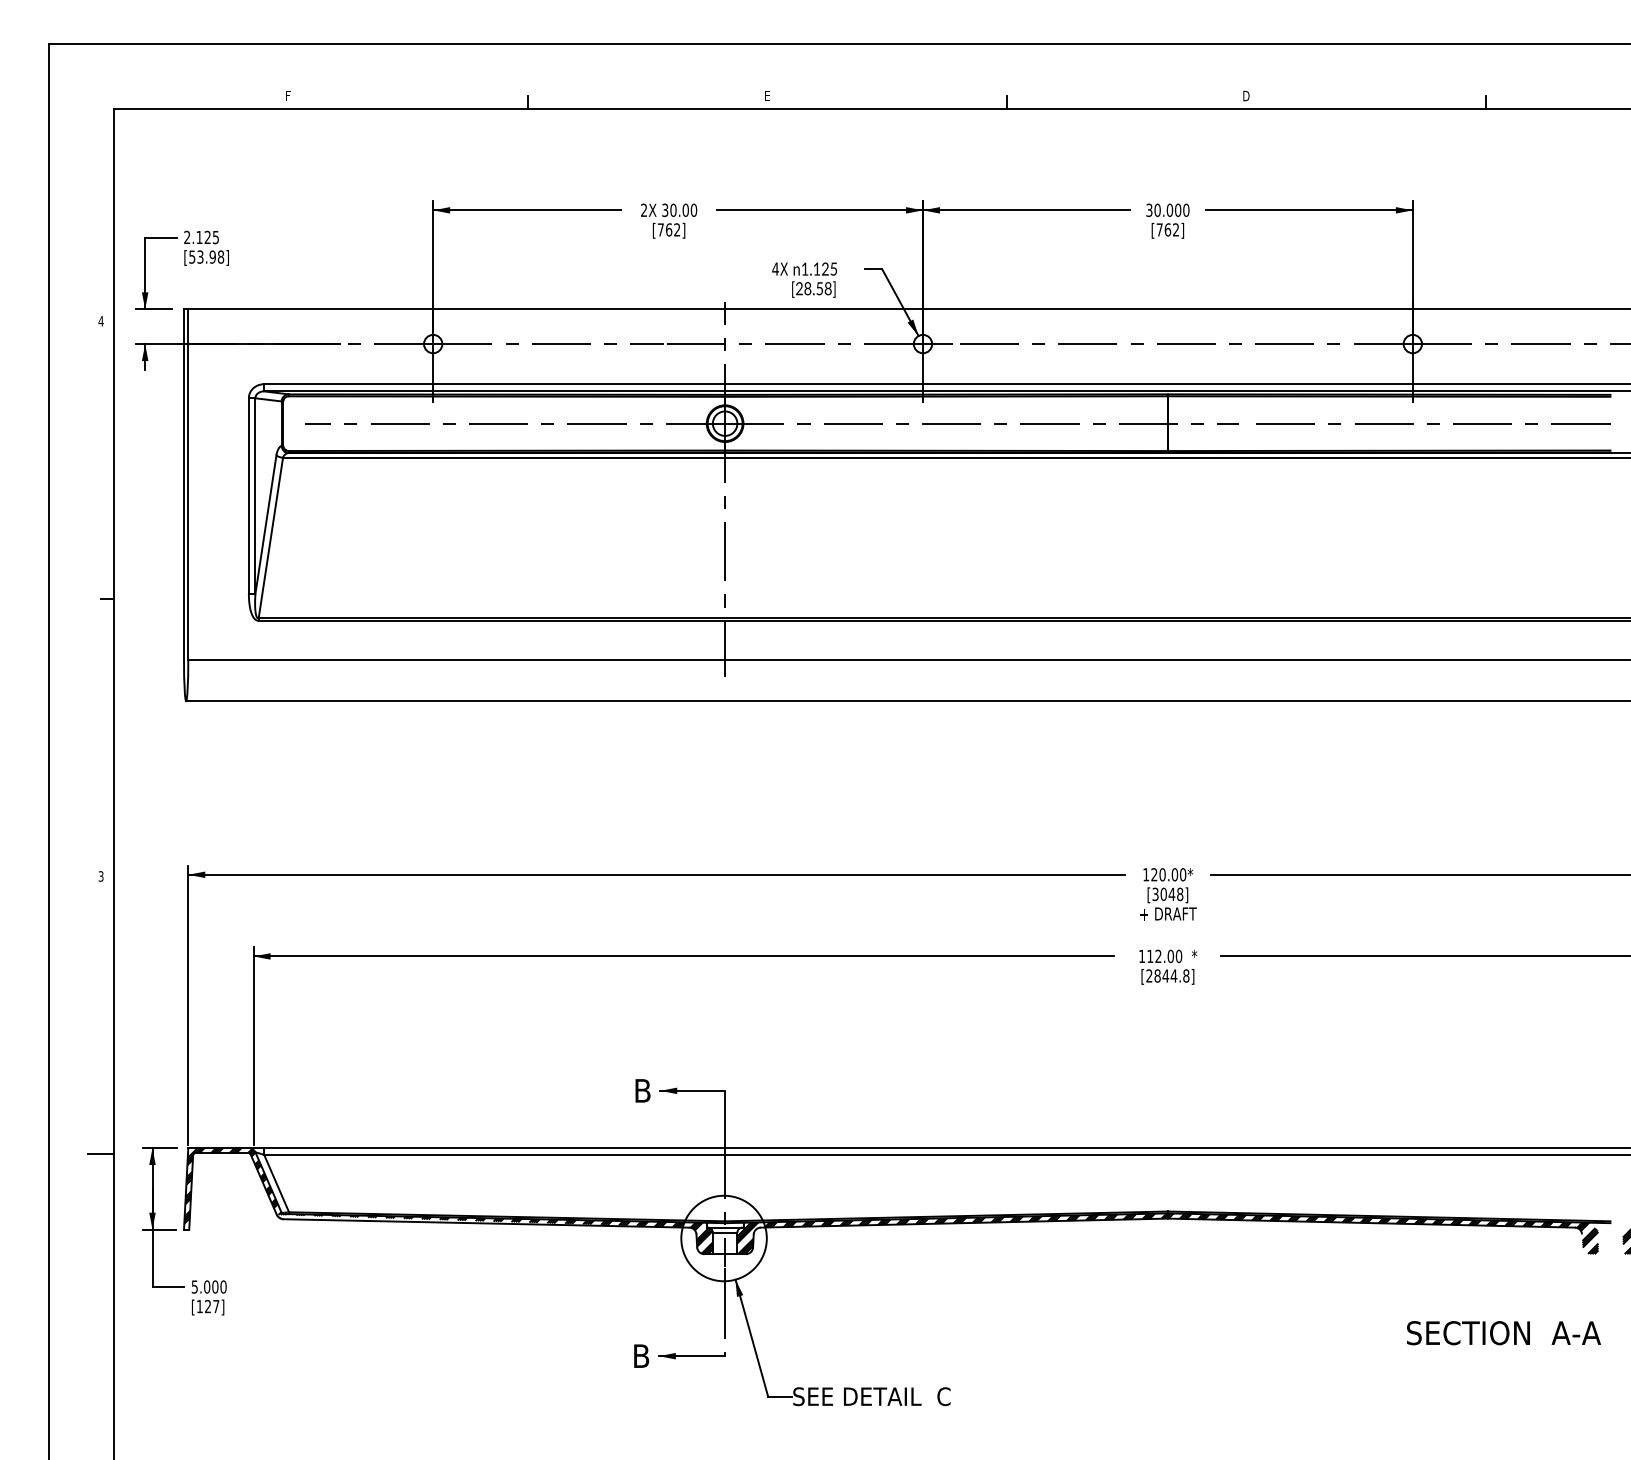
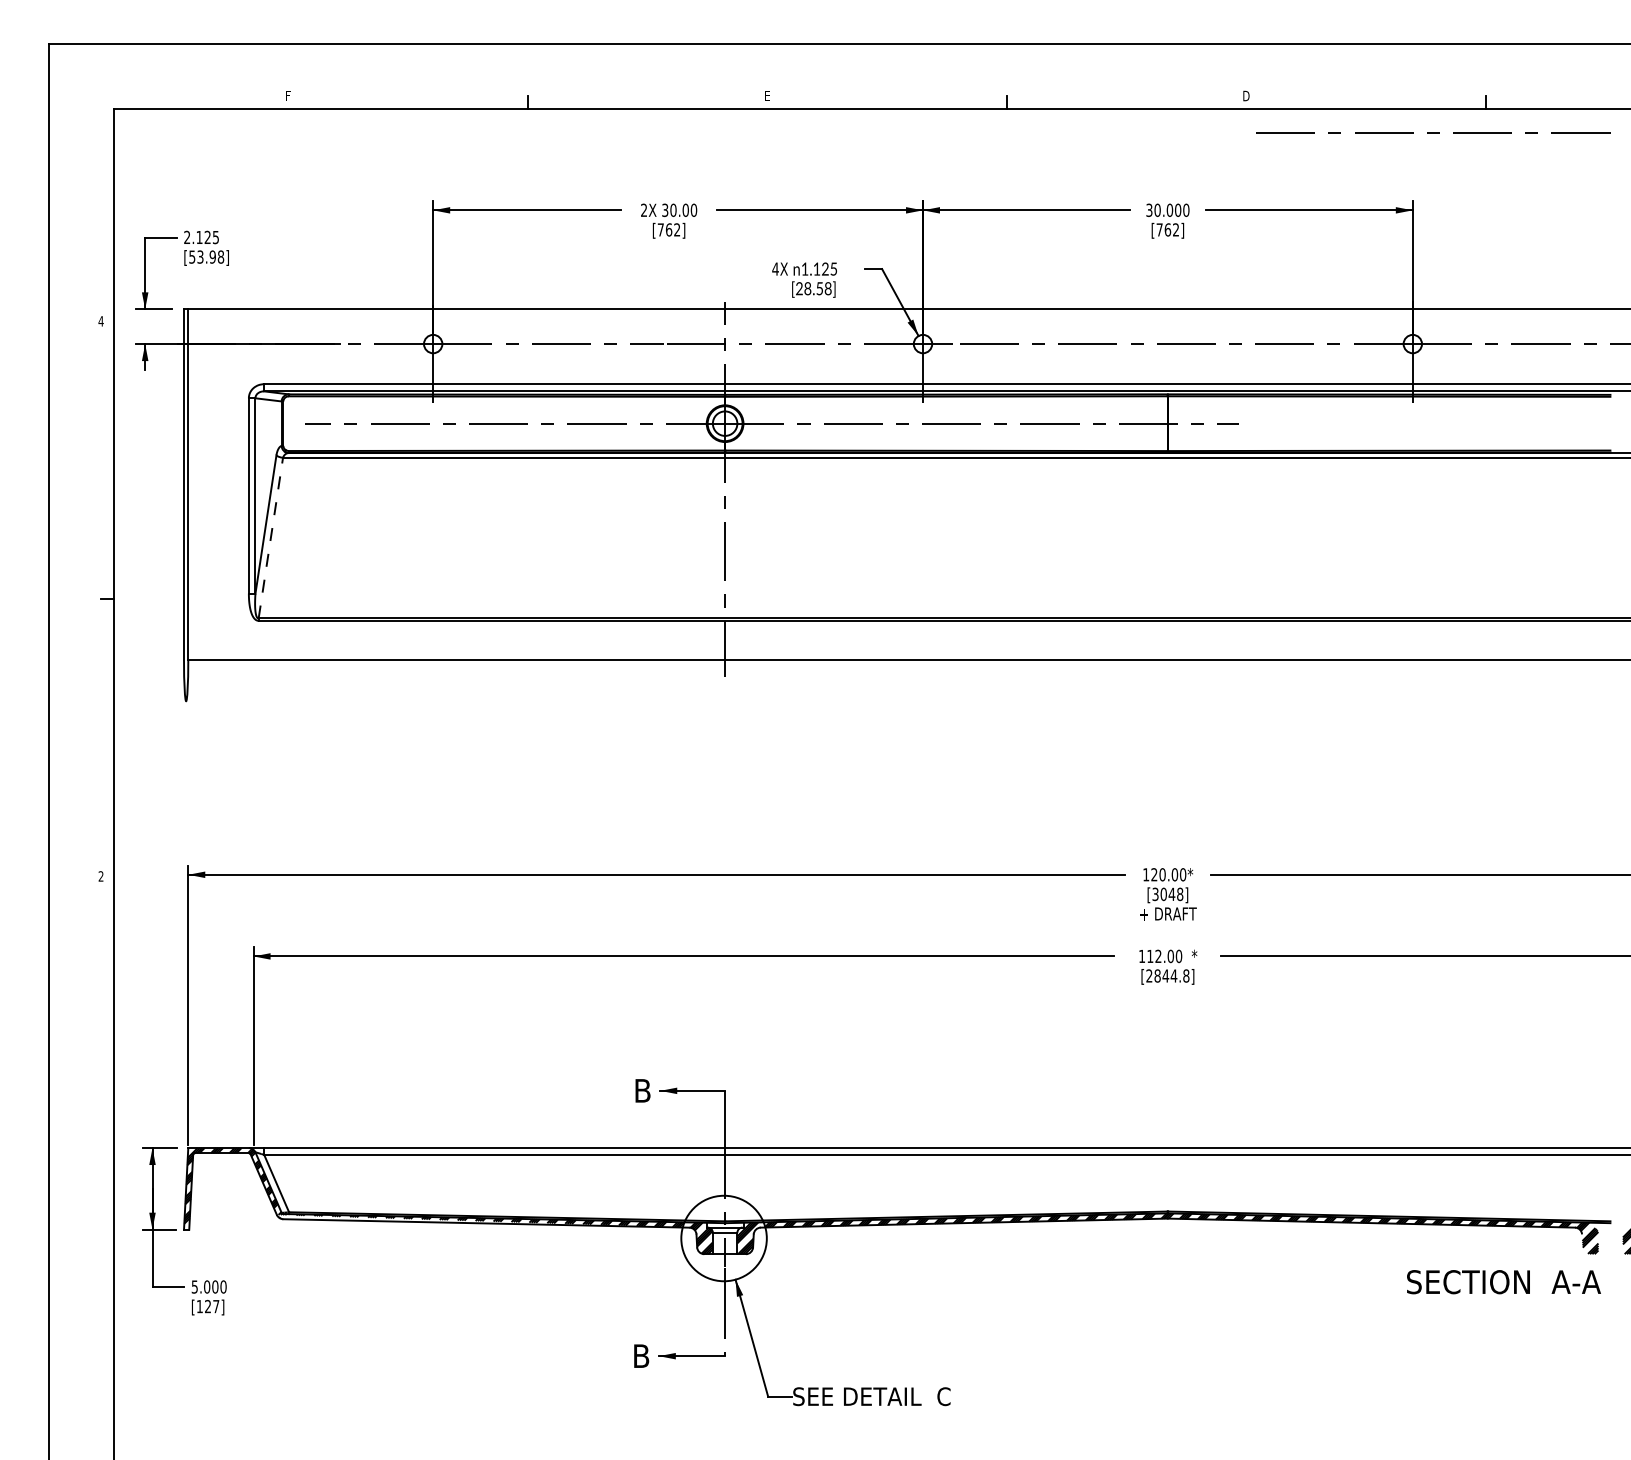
line at (1433, 423) position: (1433, 423) -> (1433, 132)
line at (270, 537): solid -> dashed
line at (906, 701): present -> none
text at (100, 876): 3 -> 2
line at (101, 1154): present -> none
text at (1503, 1333) position: (1503, 1333) -> (1503, 1282)
